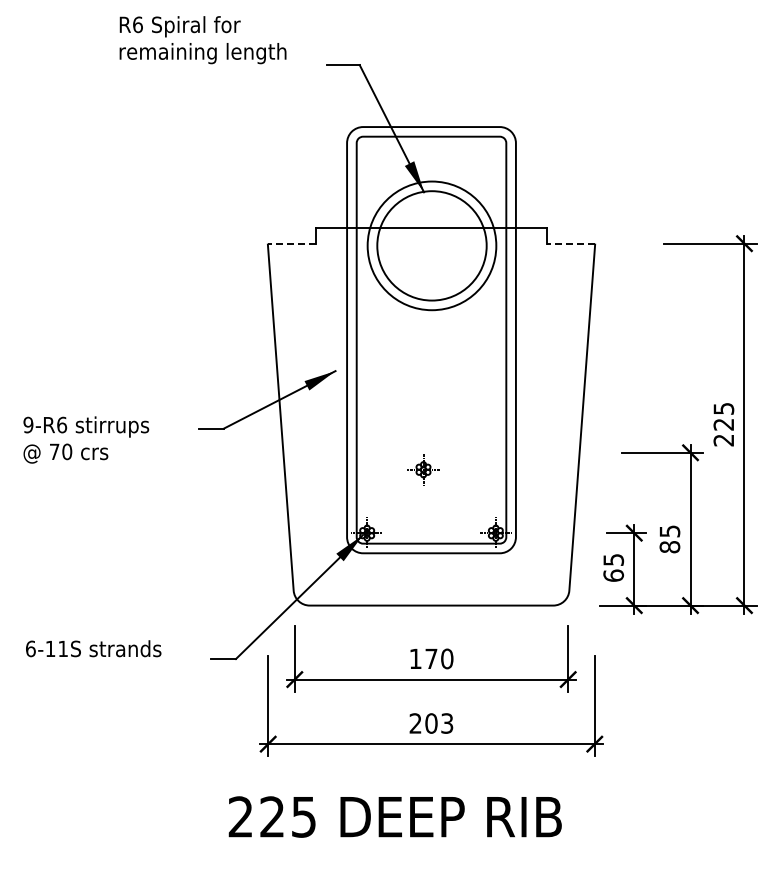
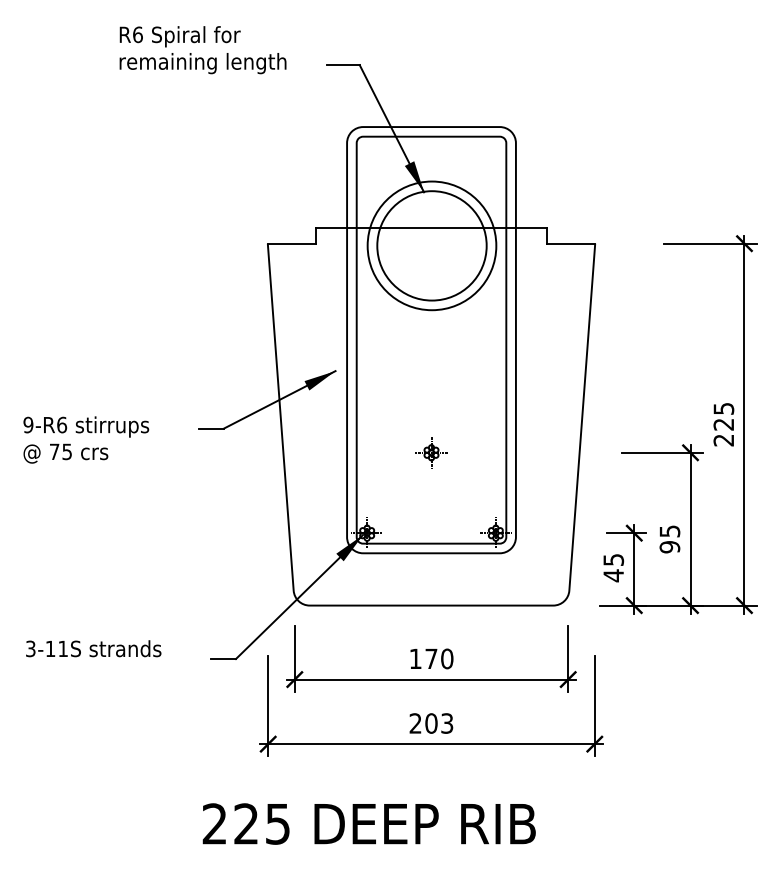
text at (202, 40) position: (202, 40) -> (202, 50)
line at (291, 243): dashed -> solid
line at (570, 243): dashed -> solid
text at (67, 451): 70 -> 75
part at (423, 469) position: (423, 469) -> (431, 452)
text at (669, 547): 85 -> 95
text at (613, 575): 65 -> 45
text at (30, 648): 6-11S -> 3-11S
text at (394, 816) position: (394, 816) -> (368, 823)
